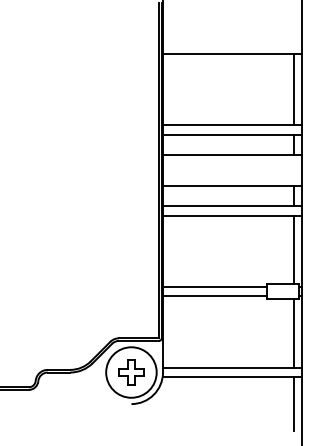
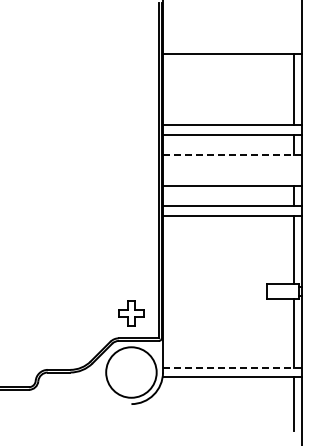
line at (231, 154): solid -> dashed
line at (215, 286): present -> none
line at (215, 296): present -> none
line at (231, 367): solid -> dashed
part at (131, 372) position: (131, 372) -> (131, 313)
